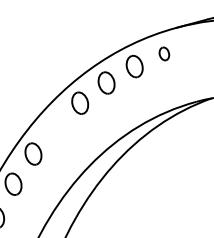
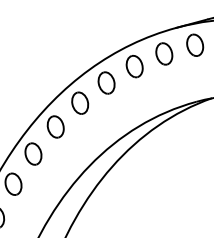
part at (195, 44): none -> present
part at (164, 53) size: 13x16 px -> 19x24 px
part at (55, 126): none -> present
